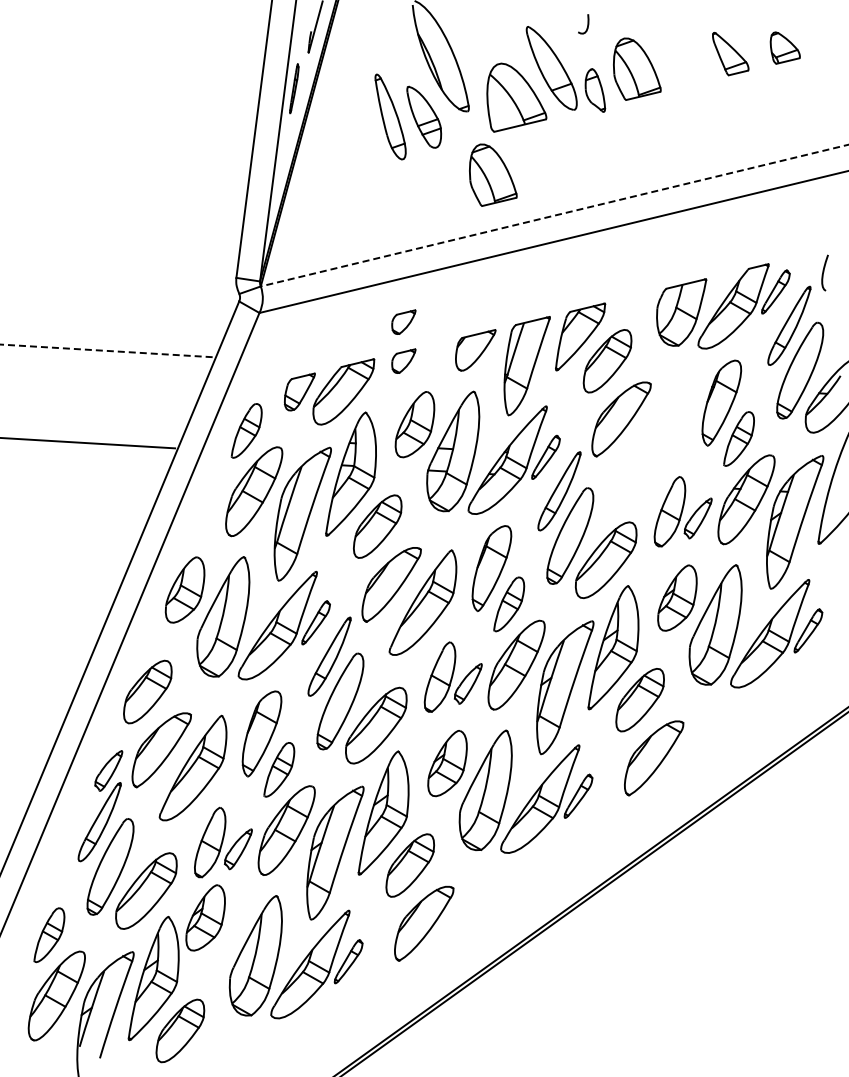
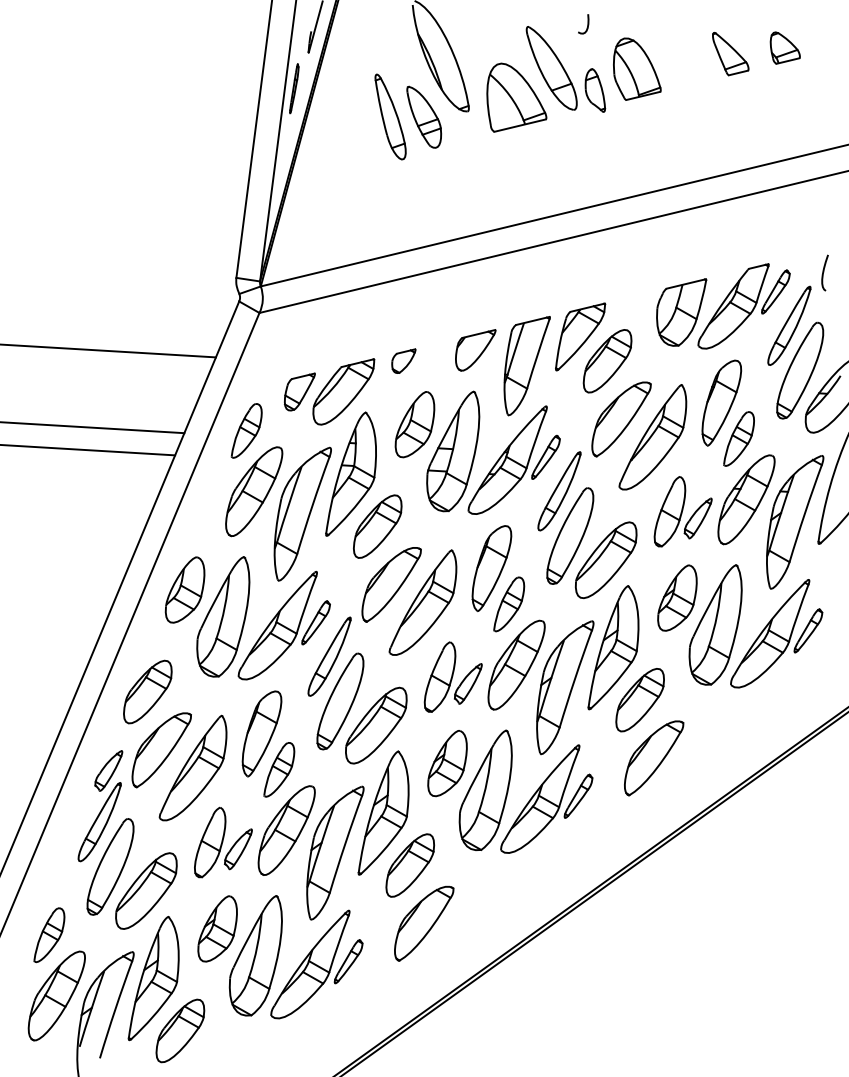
part at (493, 174): present -> none
line at (554, 215): dashed -> solid
part at (403, 321): present -> none
line at (108, 350): dashed -> solid
line at (93, 427): none -> present
part at (652, 437): none -> present
line at (88, 443) position: (88, 443) -> (88, 450)
part at (205, 917) position: (205, 917) -> (217, 928)
